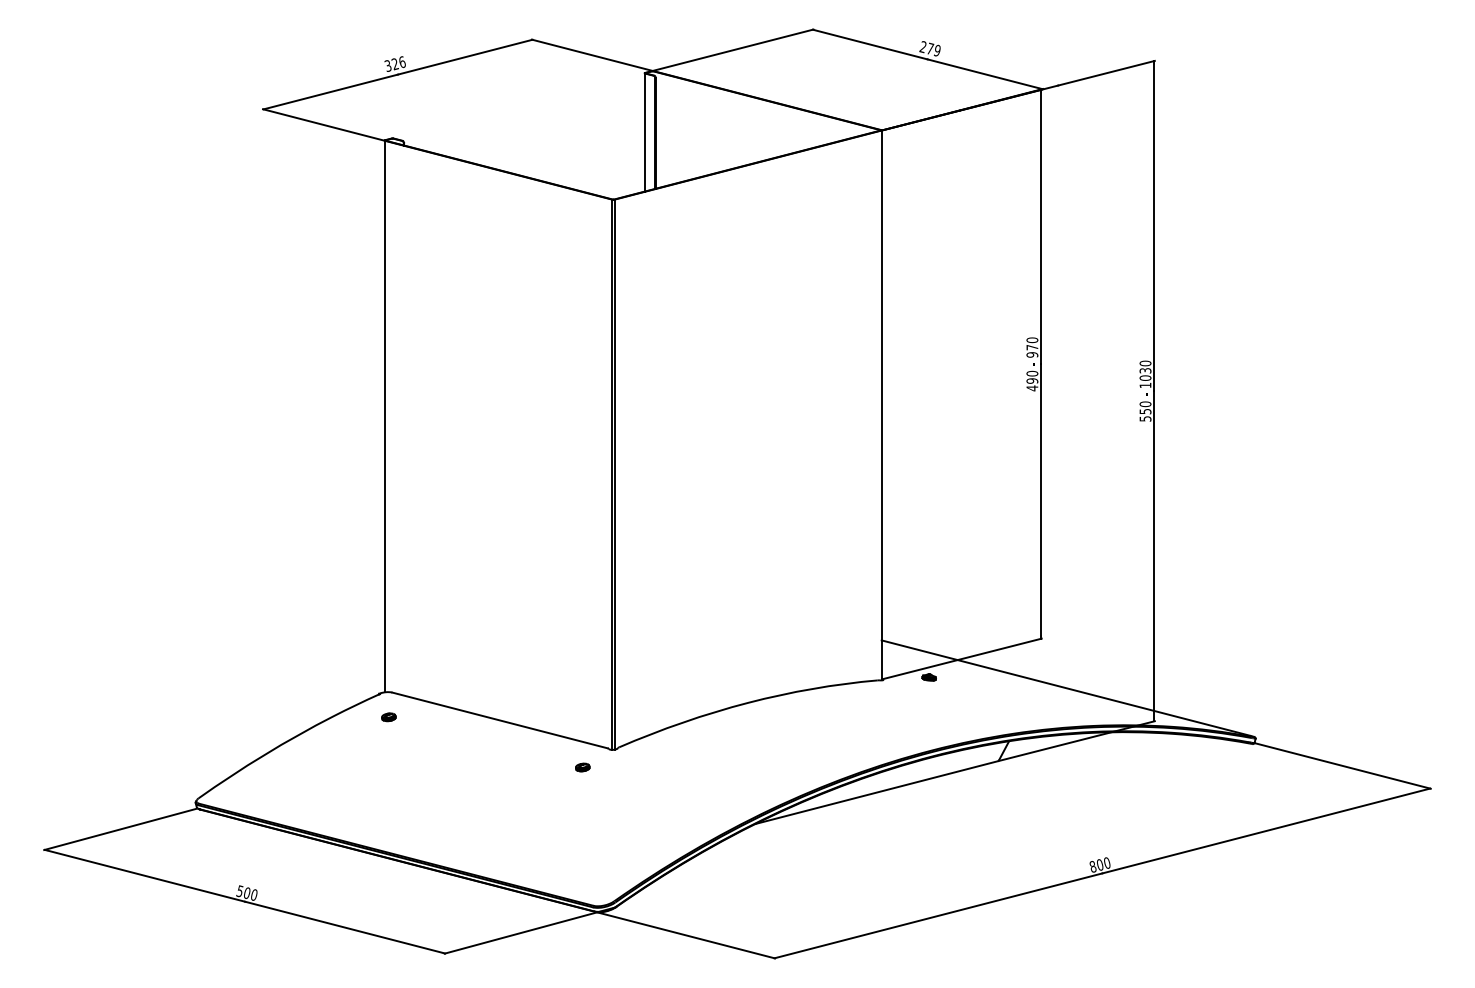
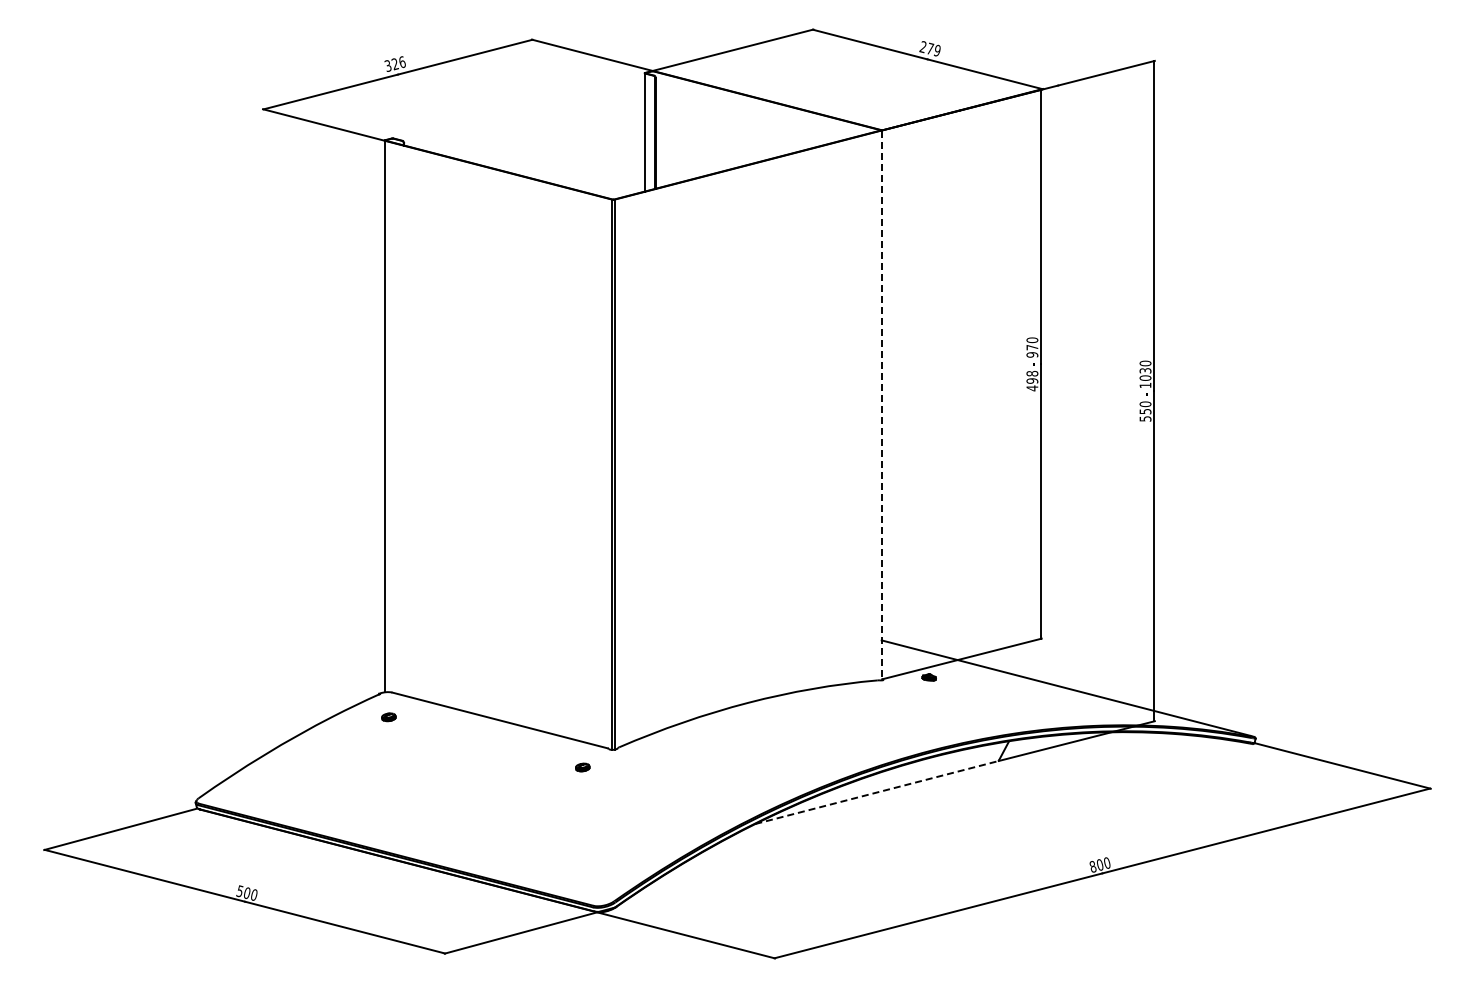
text at (1032, 373): 490 -> 498
line at (881, 405): solid -> dashed
line at (877, 792): solid -> dashed
